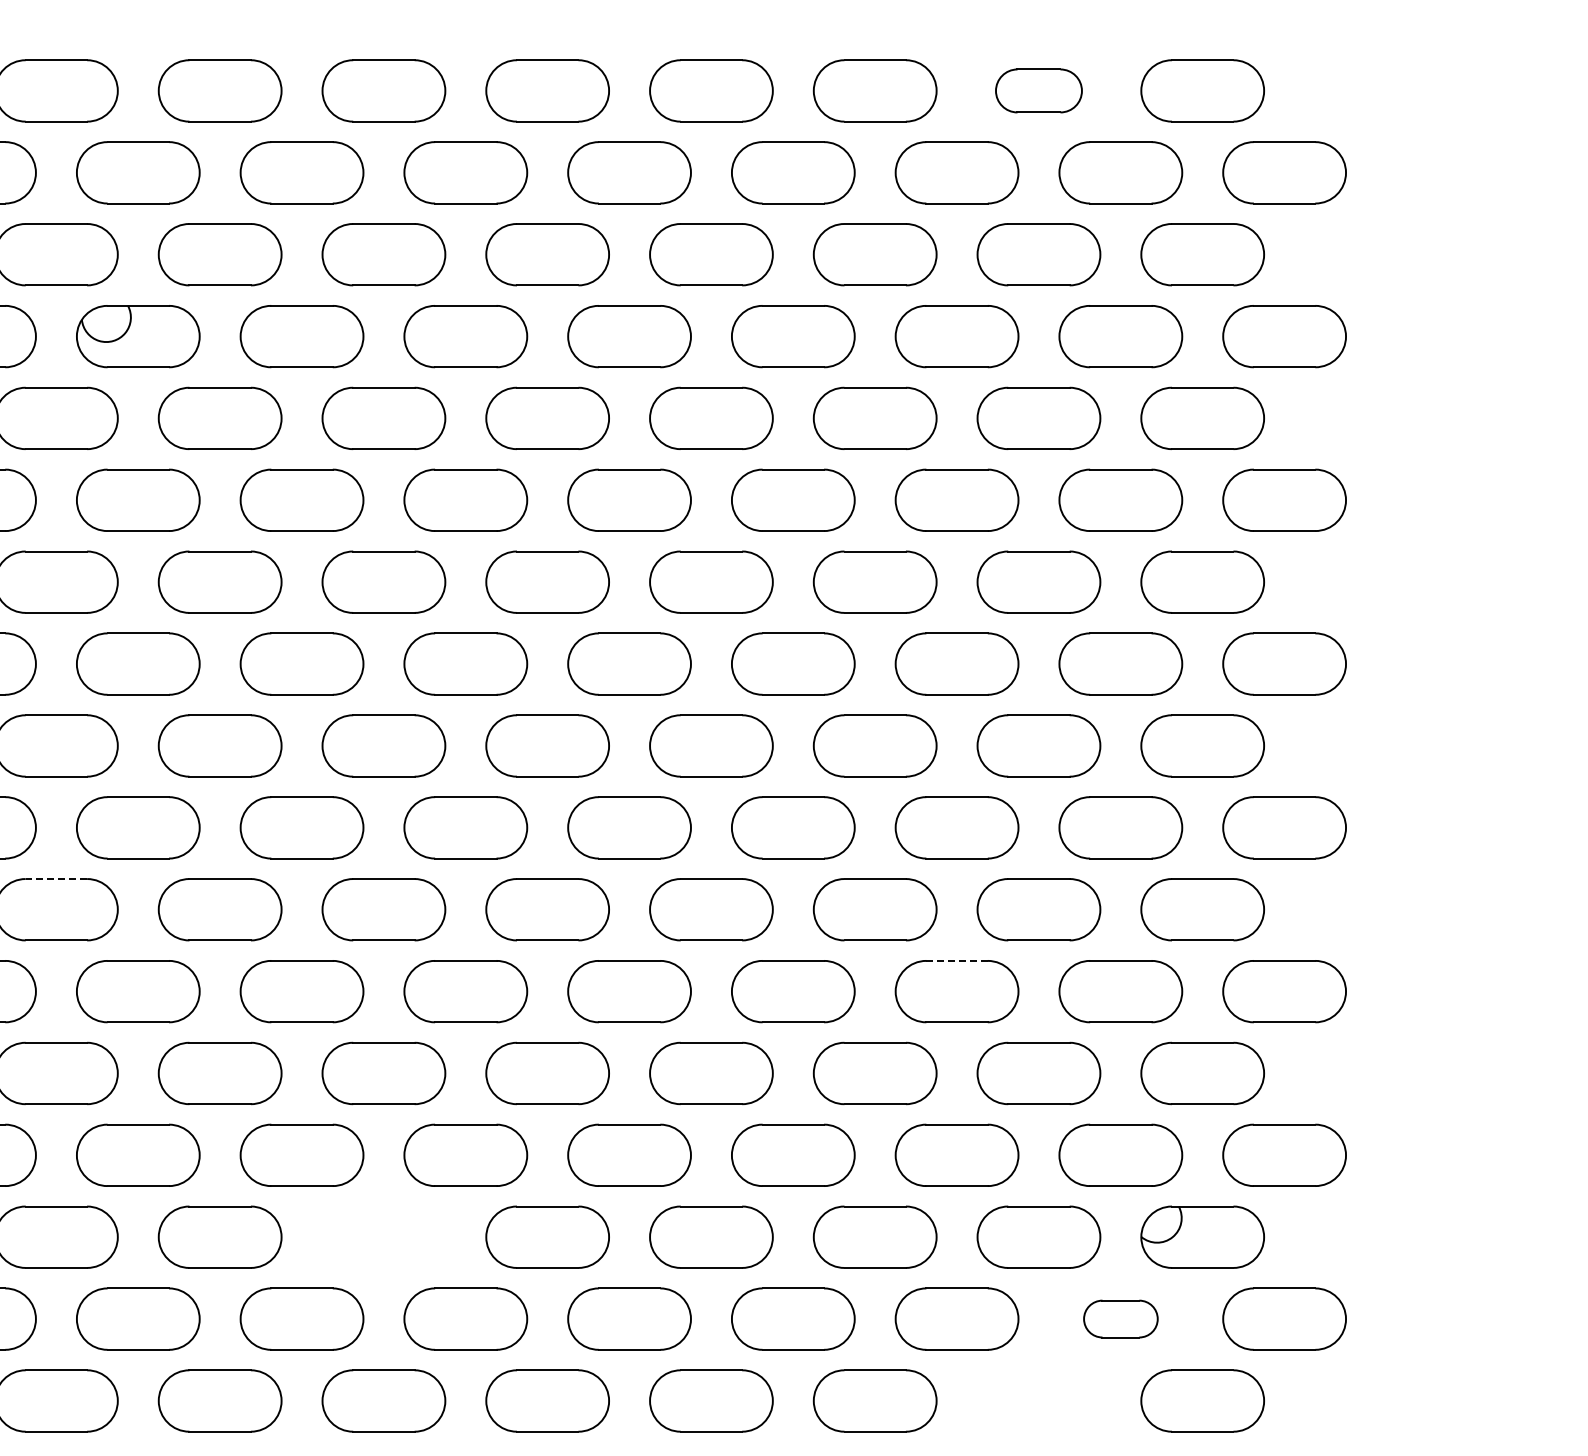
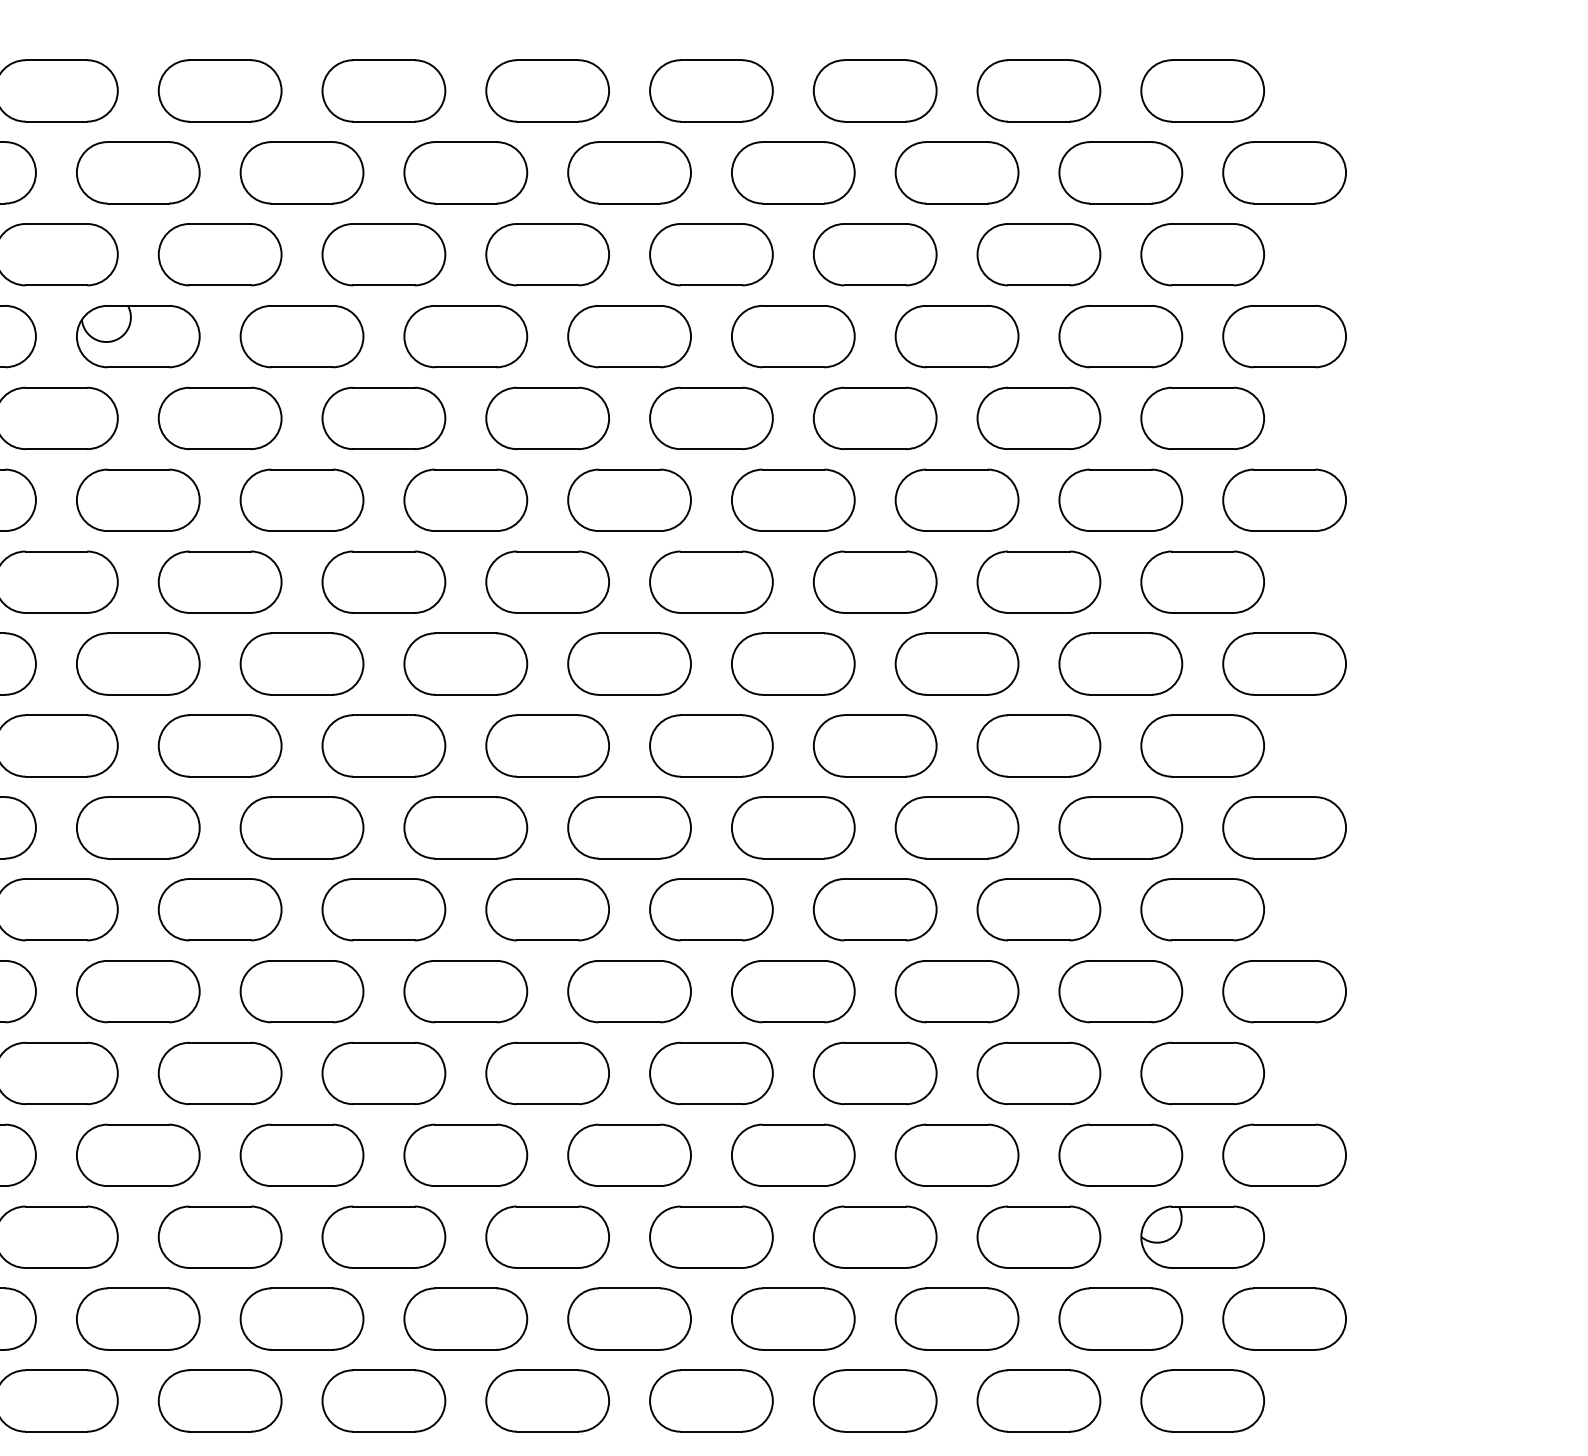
part at (1038, 90) size: 88x46 px -> 126x64 px
line at (56, 879): dashed -> solid
line at (957, 960): dashed -> solid
part at (383, 1236): none -> present
part at (1120, 1318) size: 76x40 px -> 126x64 px
part at (1038, 1400): none -> present
